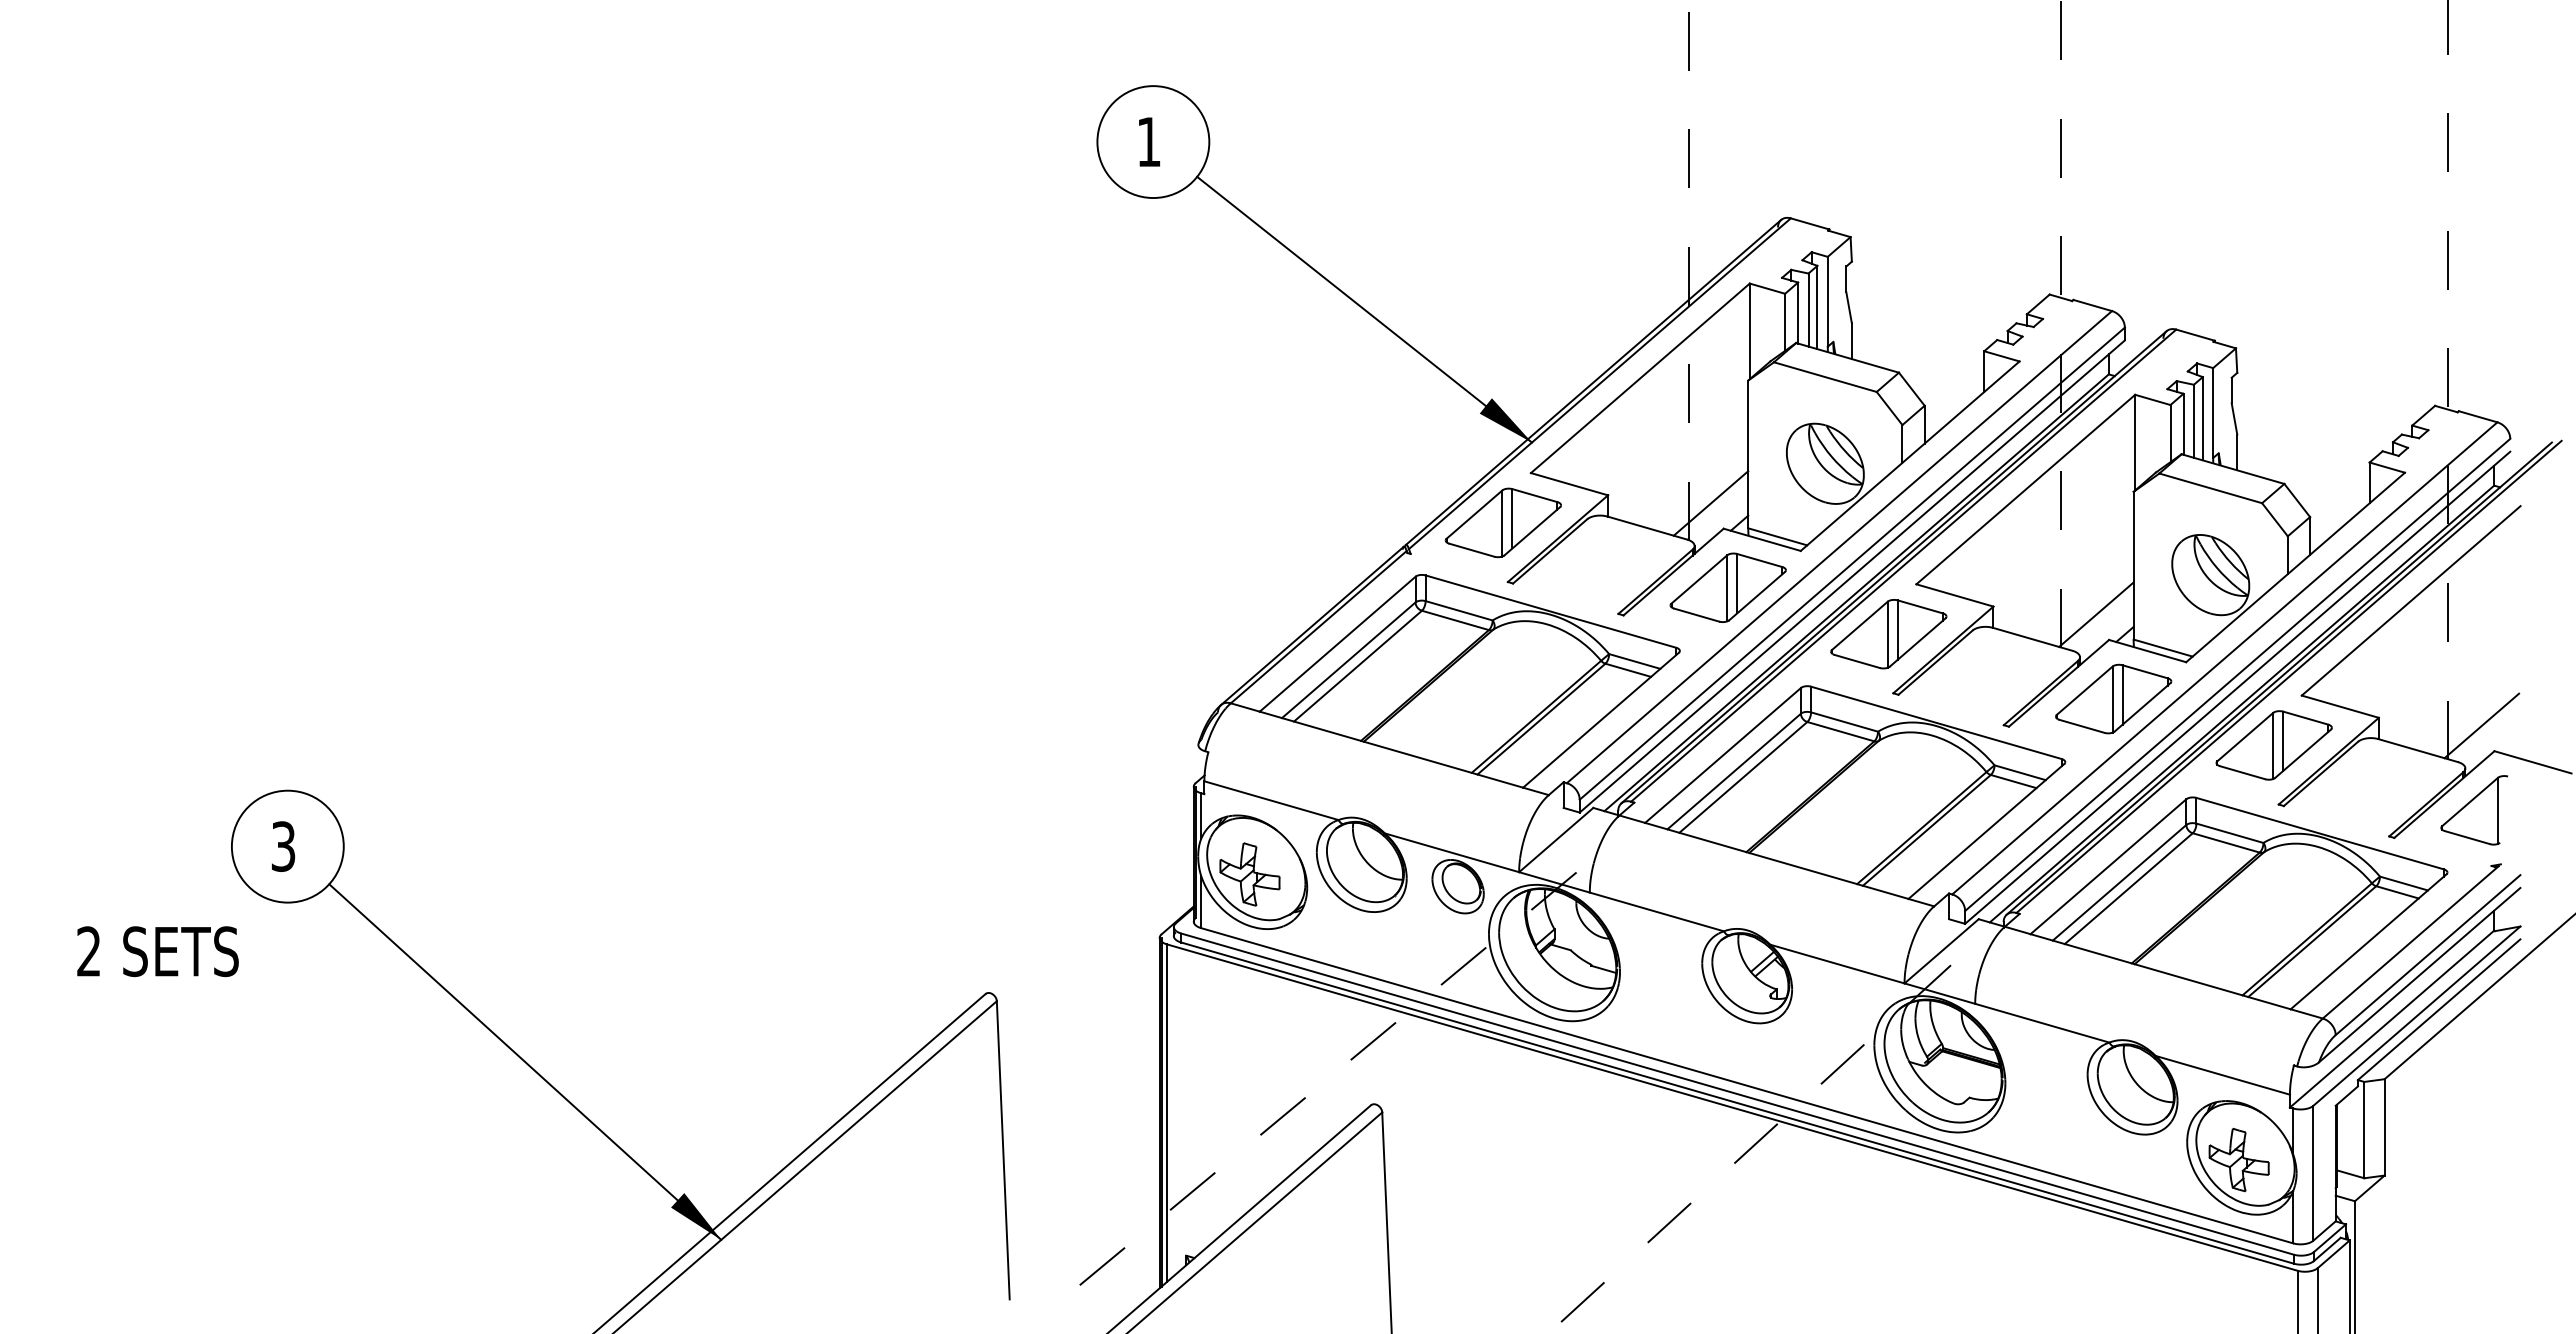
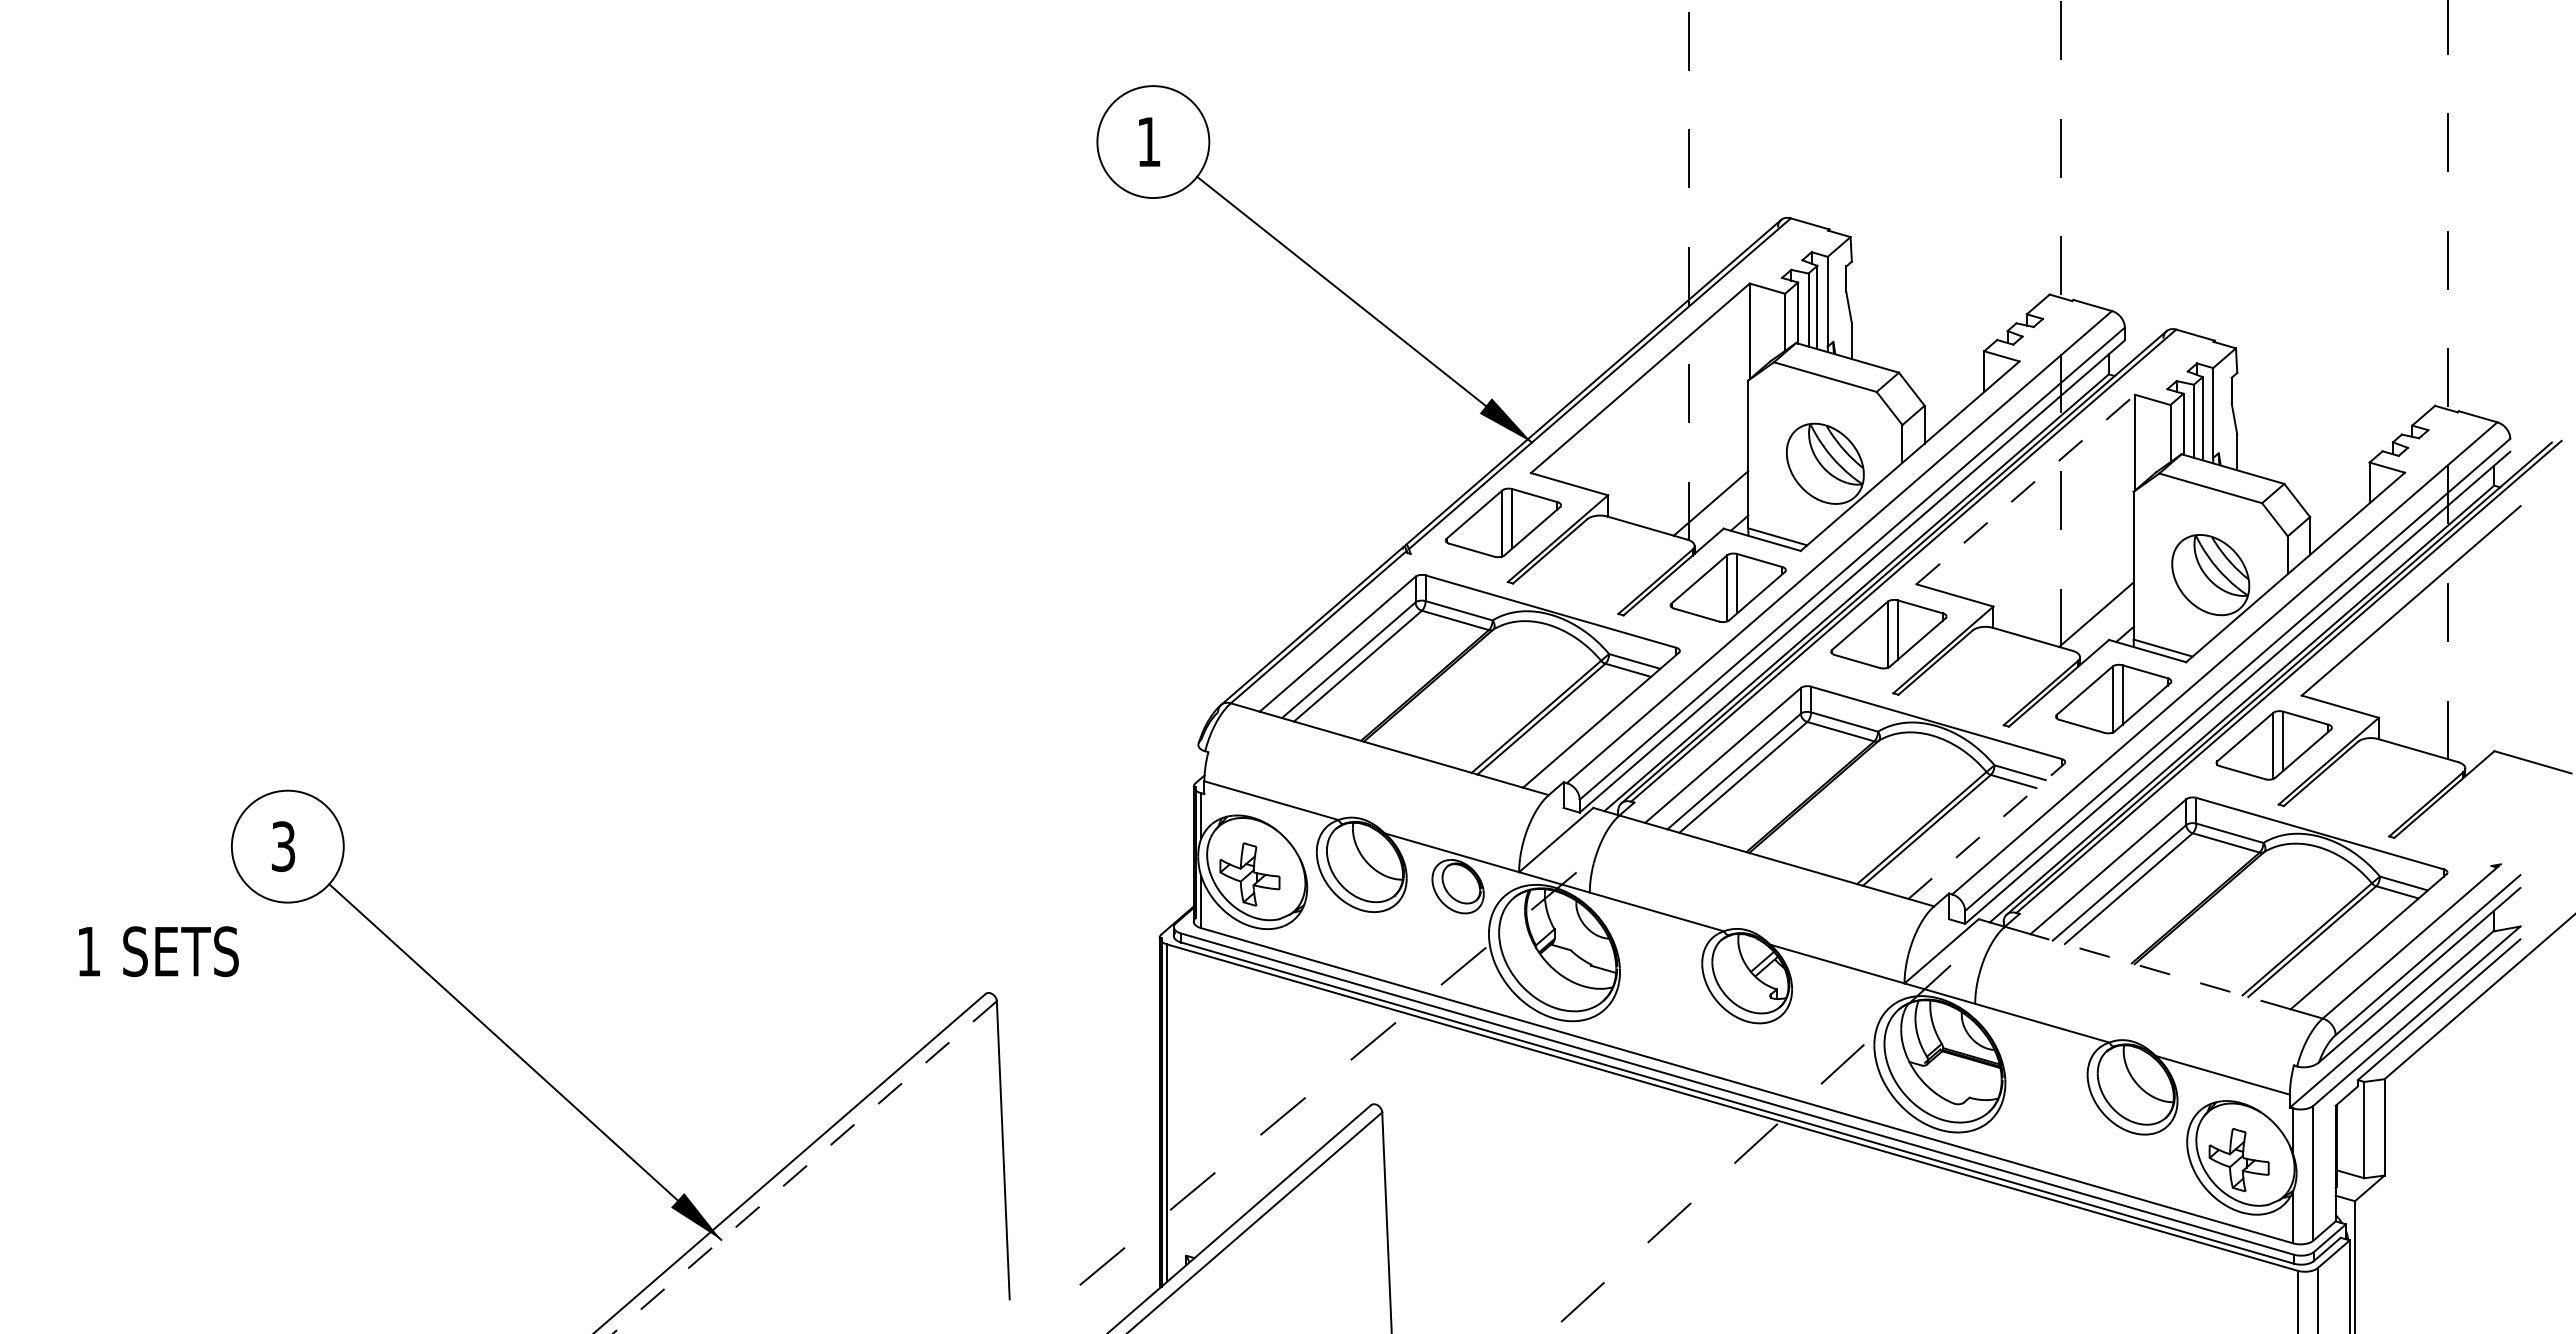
line at (2025, 489): solid -> dashed
line at (2481, 725): present -> none
part at (2474, 810): present -> none
line at (1986, 831): solid -> dashed
text at (88, 951): 2 -> 1
line at (2160, 971): solid -> dashed
line at (804, 1167): solid -> dashed
